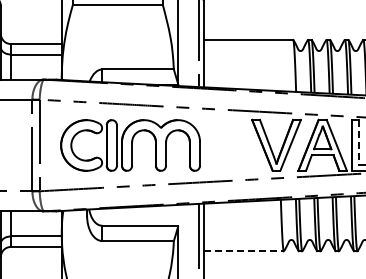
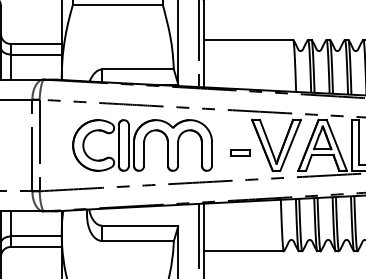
line at (359, 142): dashed -> solid
part at (130, 145) position: (130, 145) -> (142, 145)
part at (240, 152): none -> present
line at (244, 251): dashed -> solid
